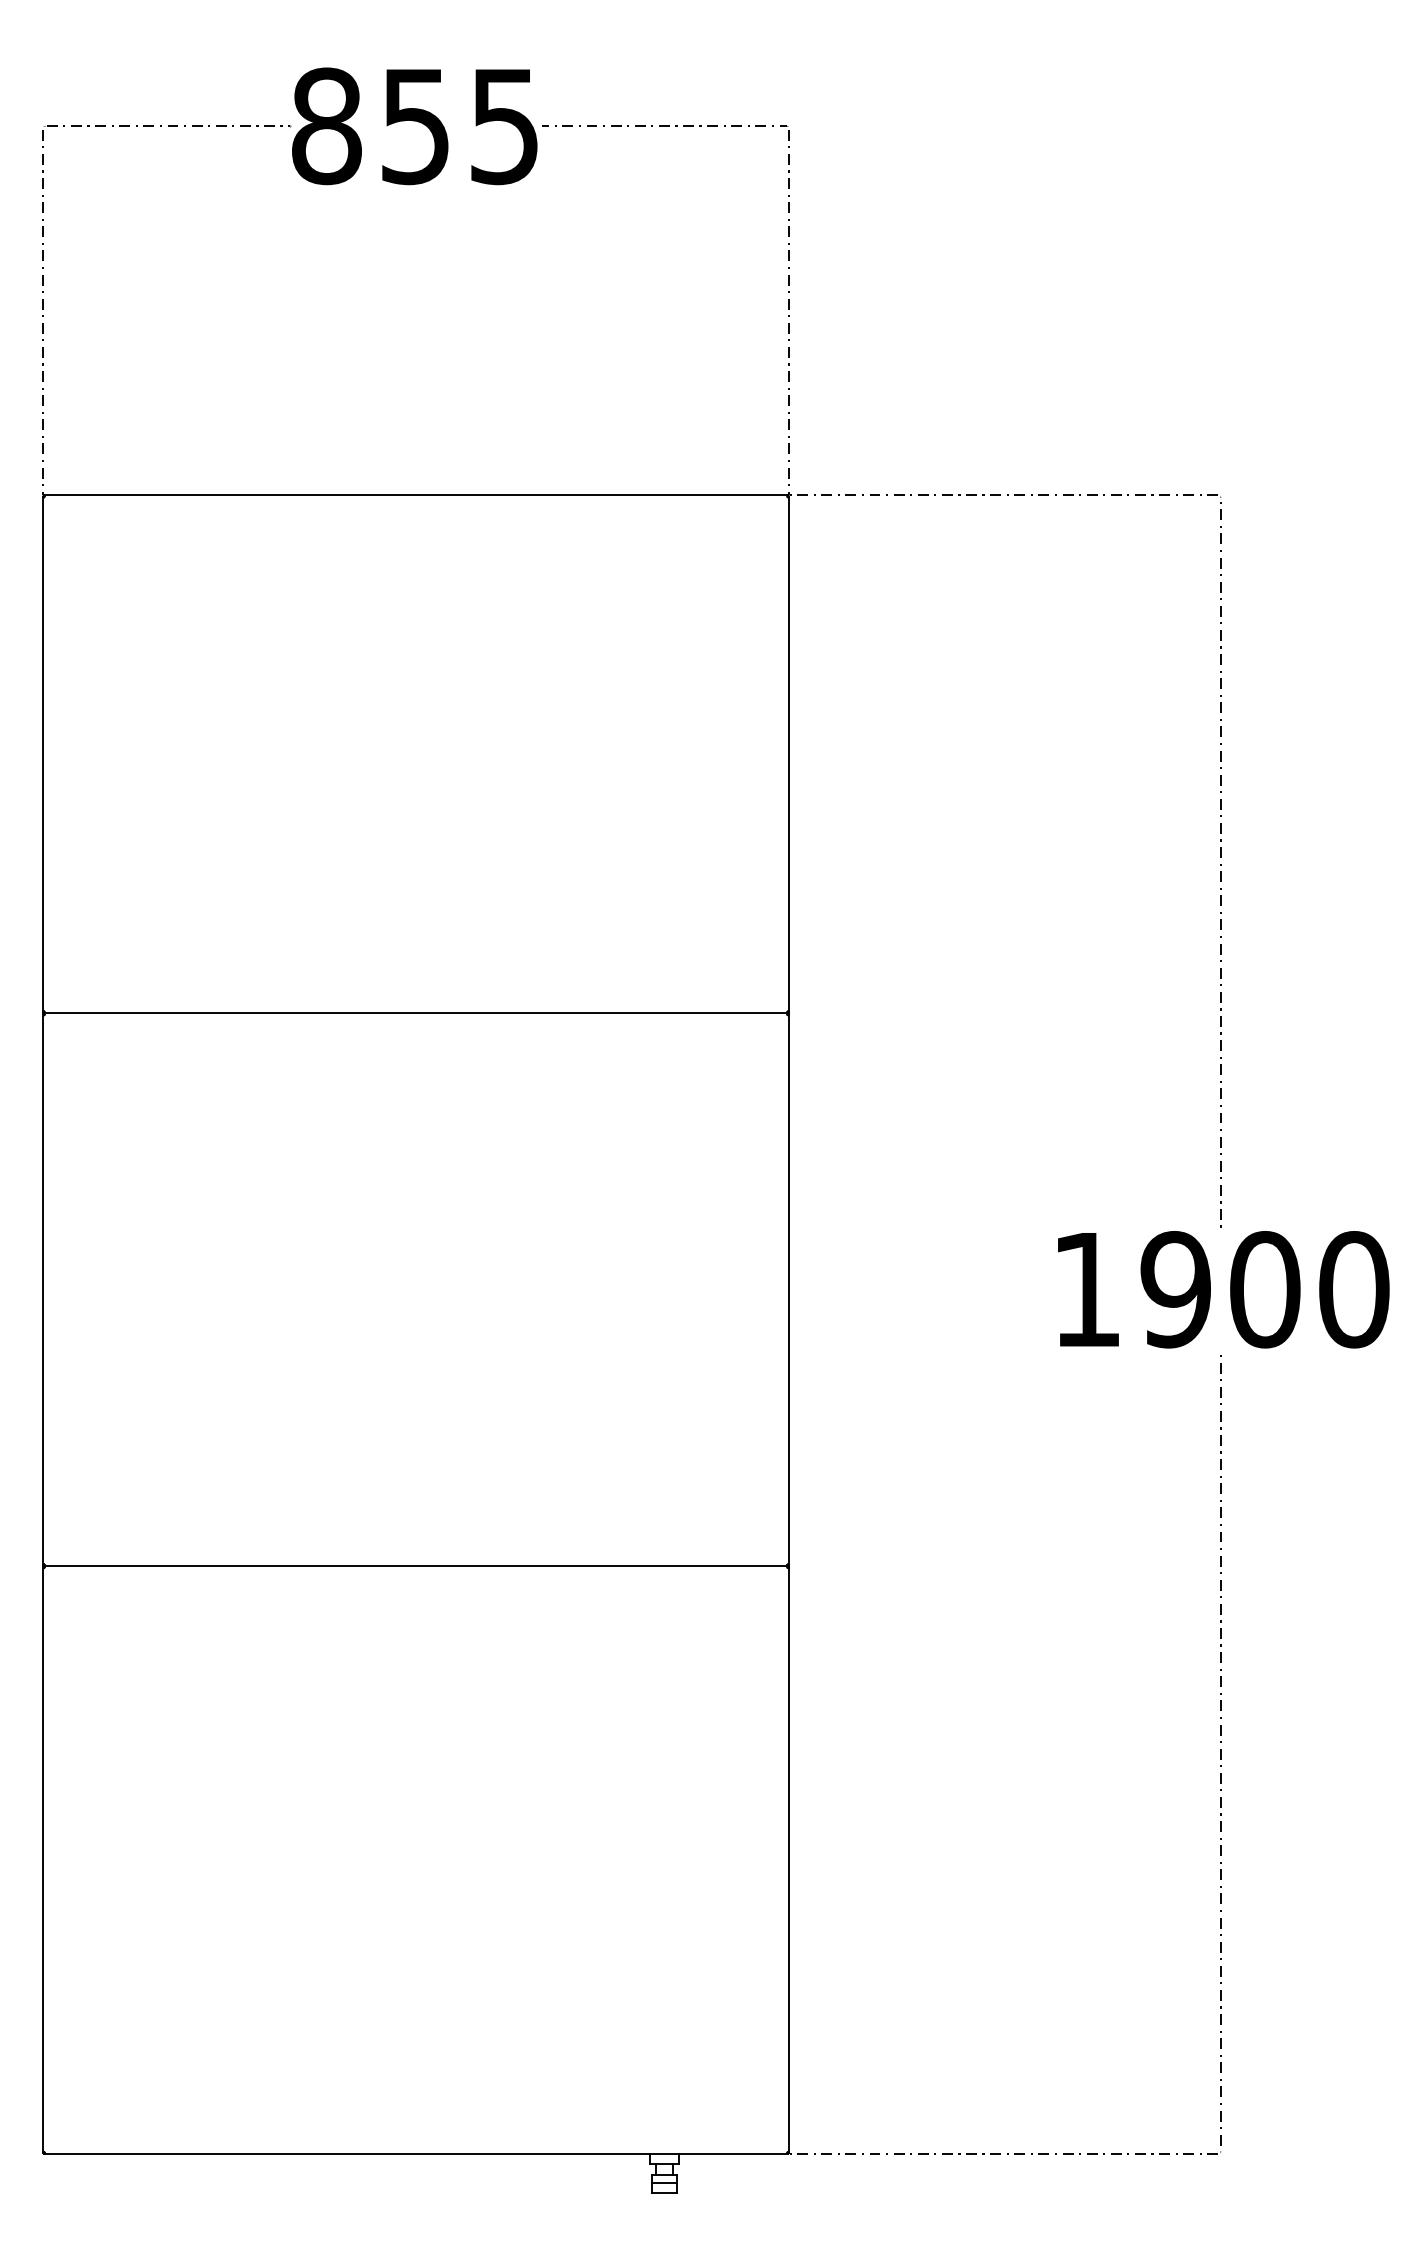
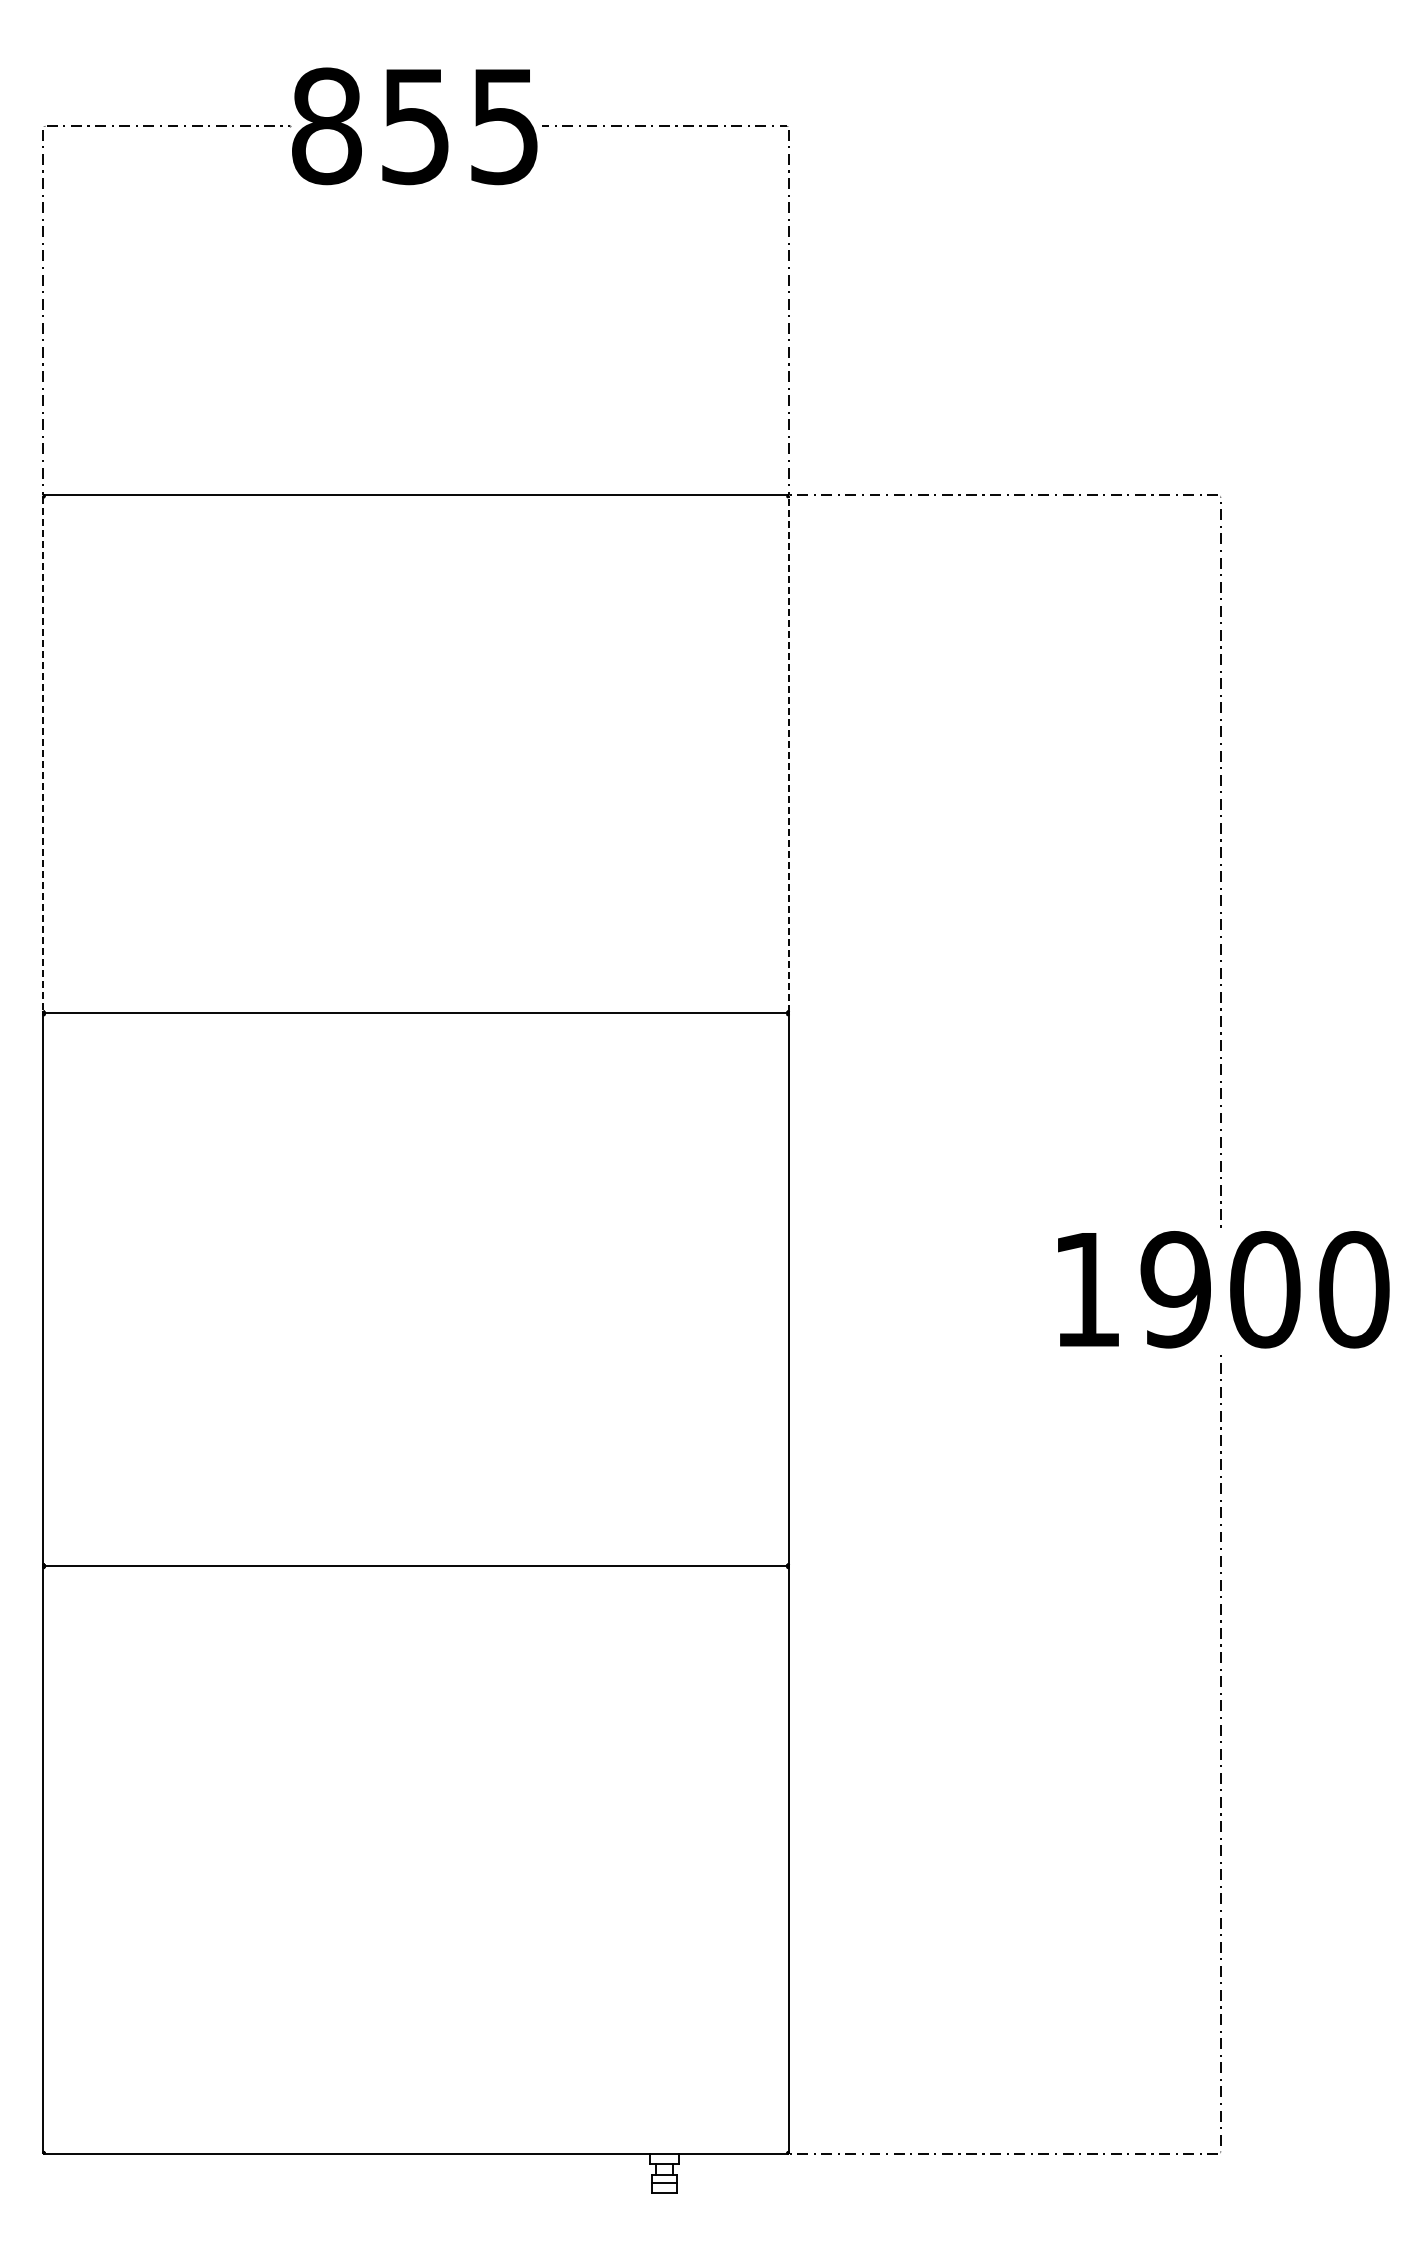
line at (42, 754): solid -> dashed
line at (789, 754): solid -> dashed
